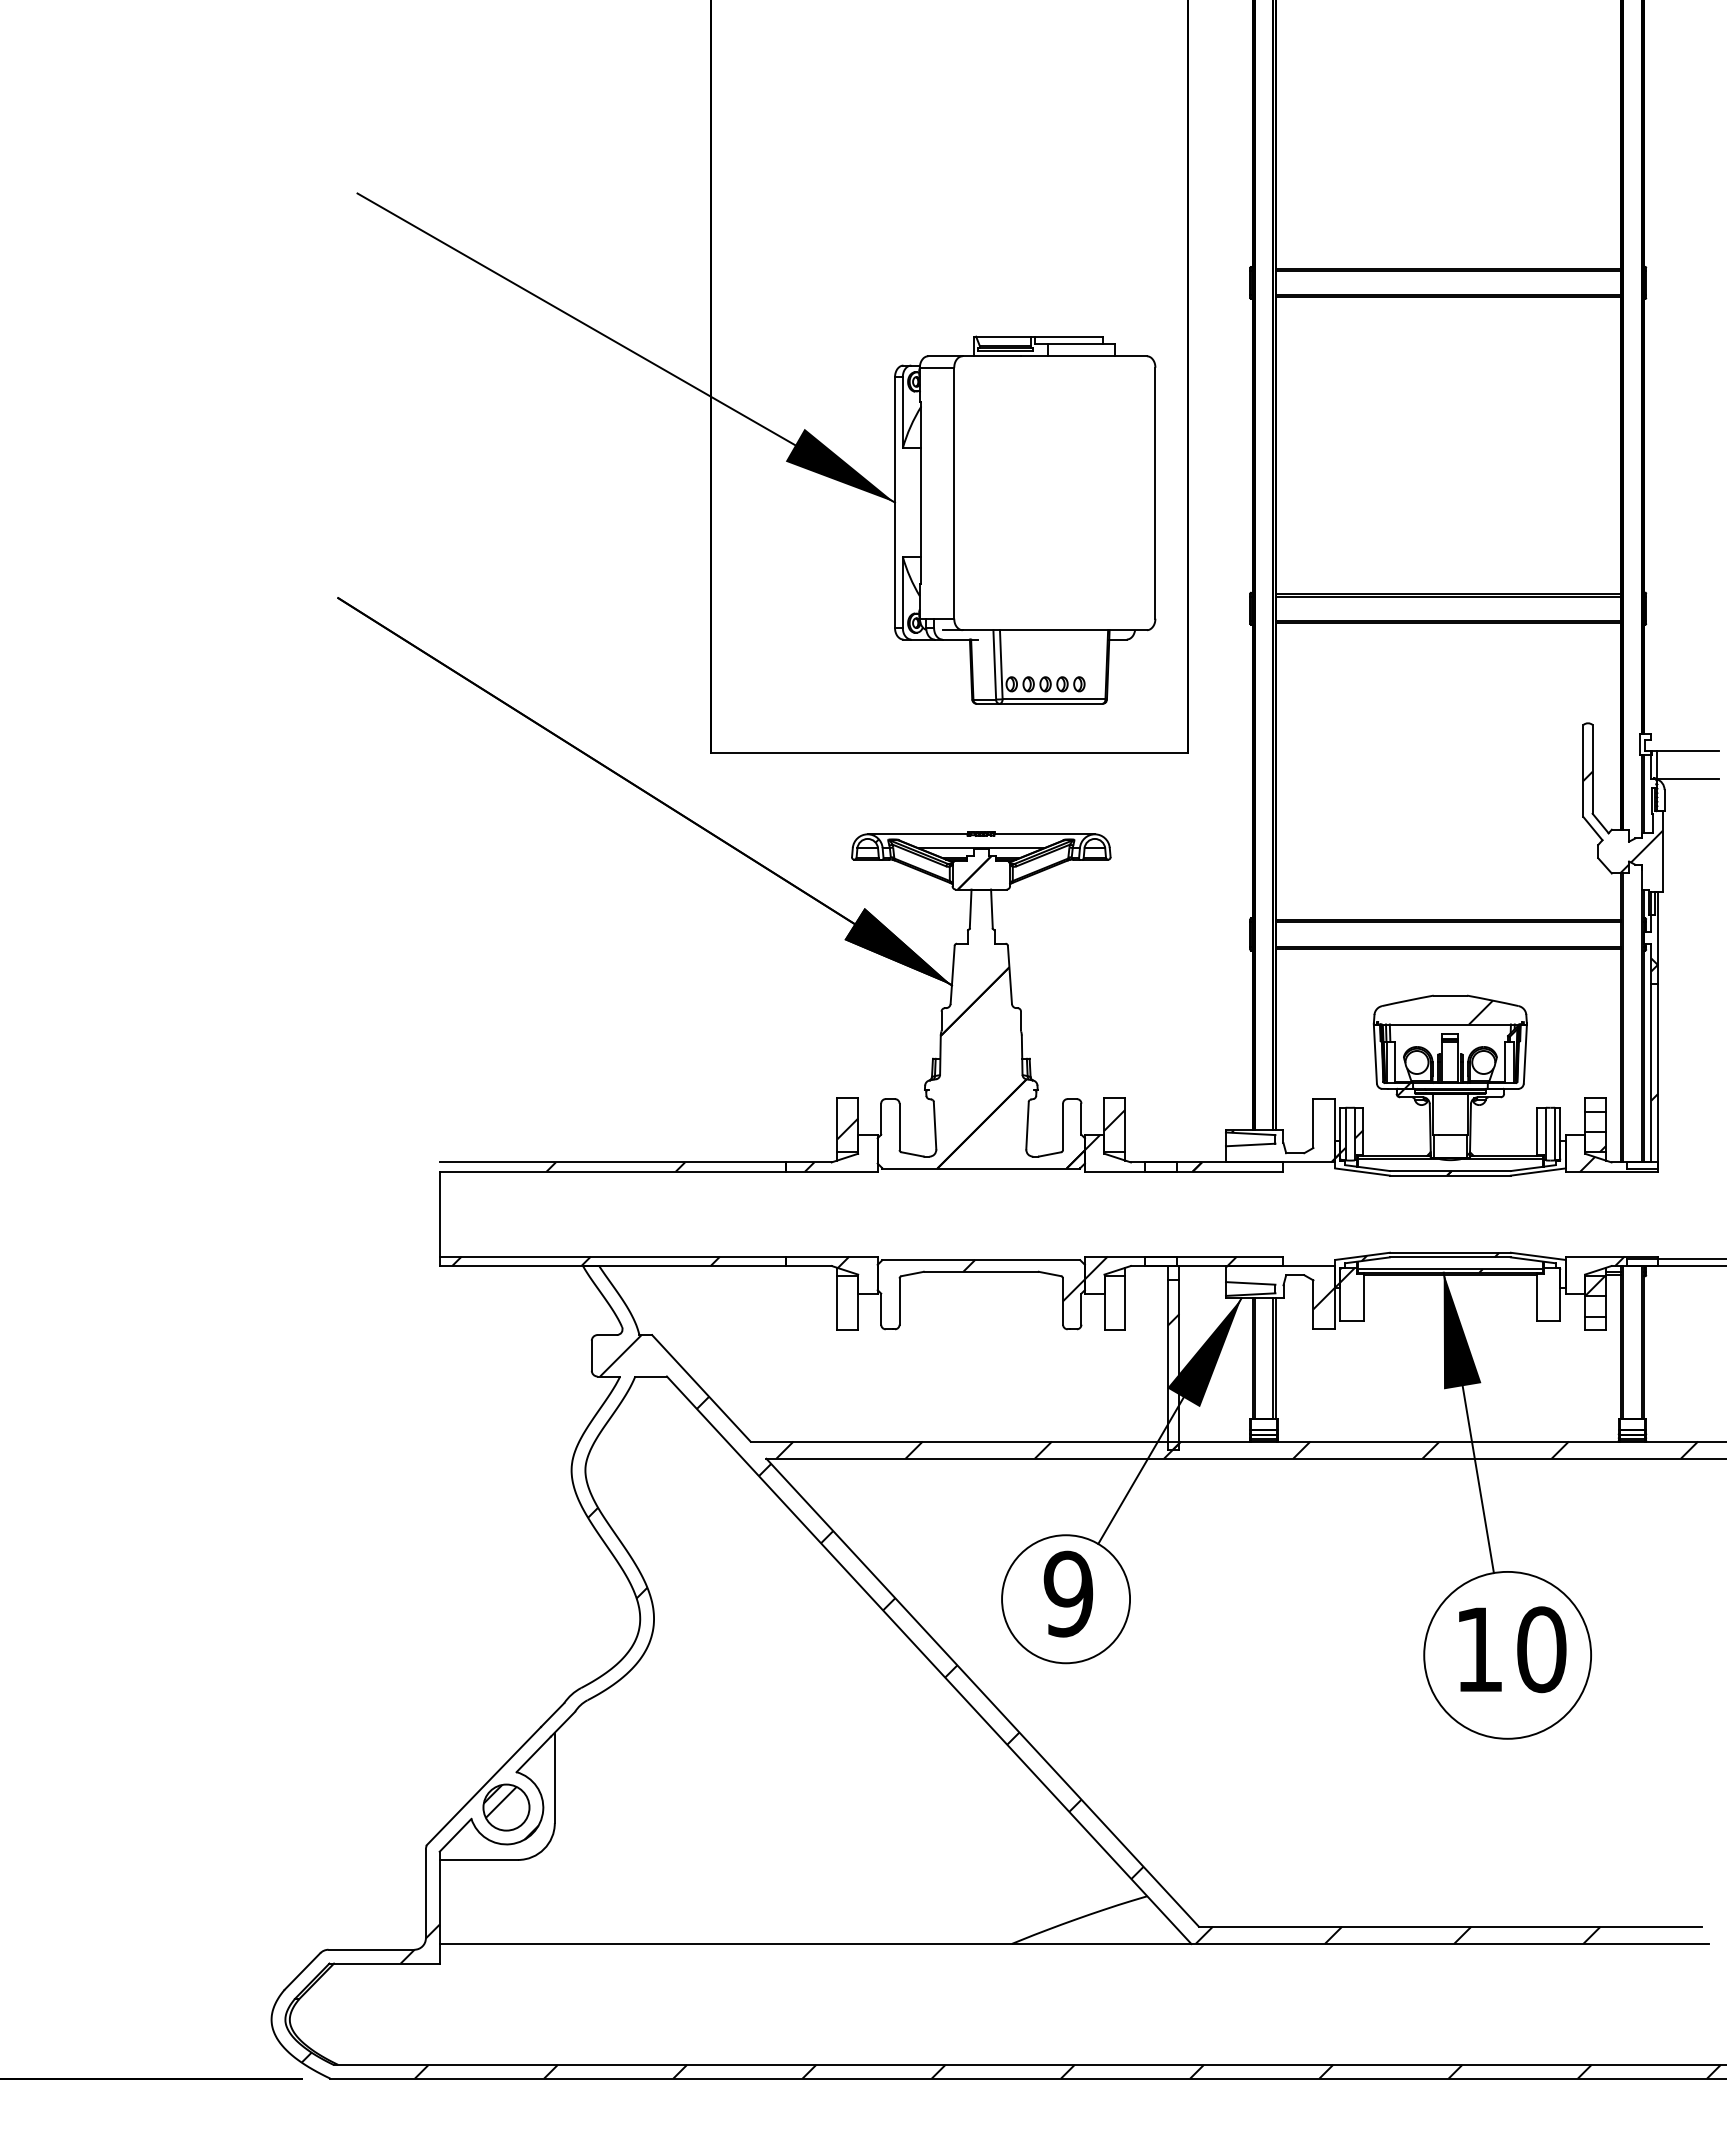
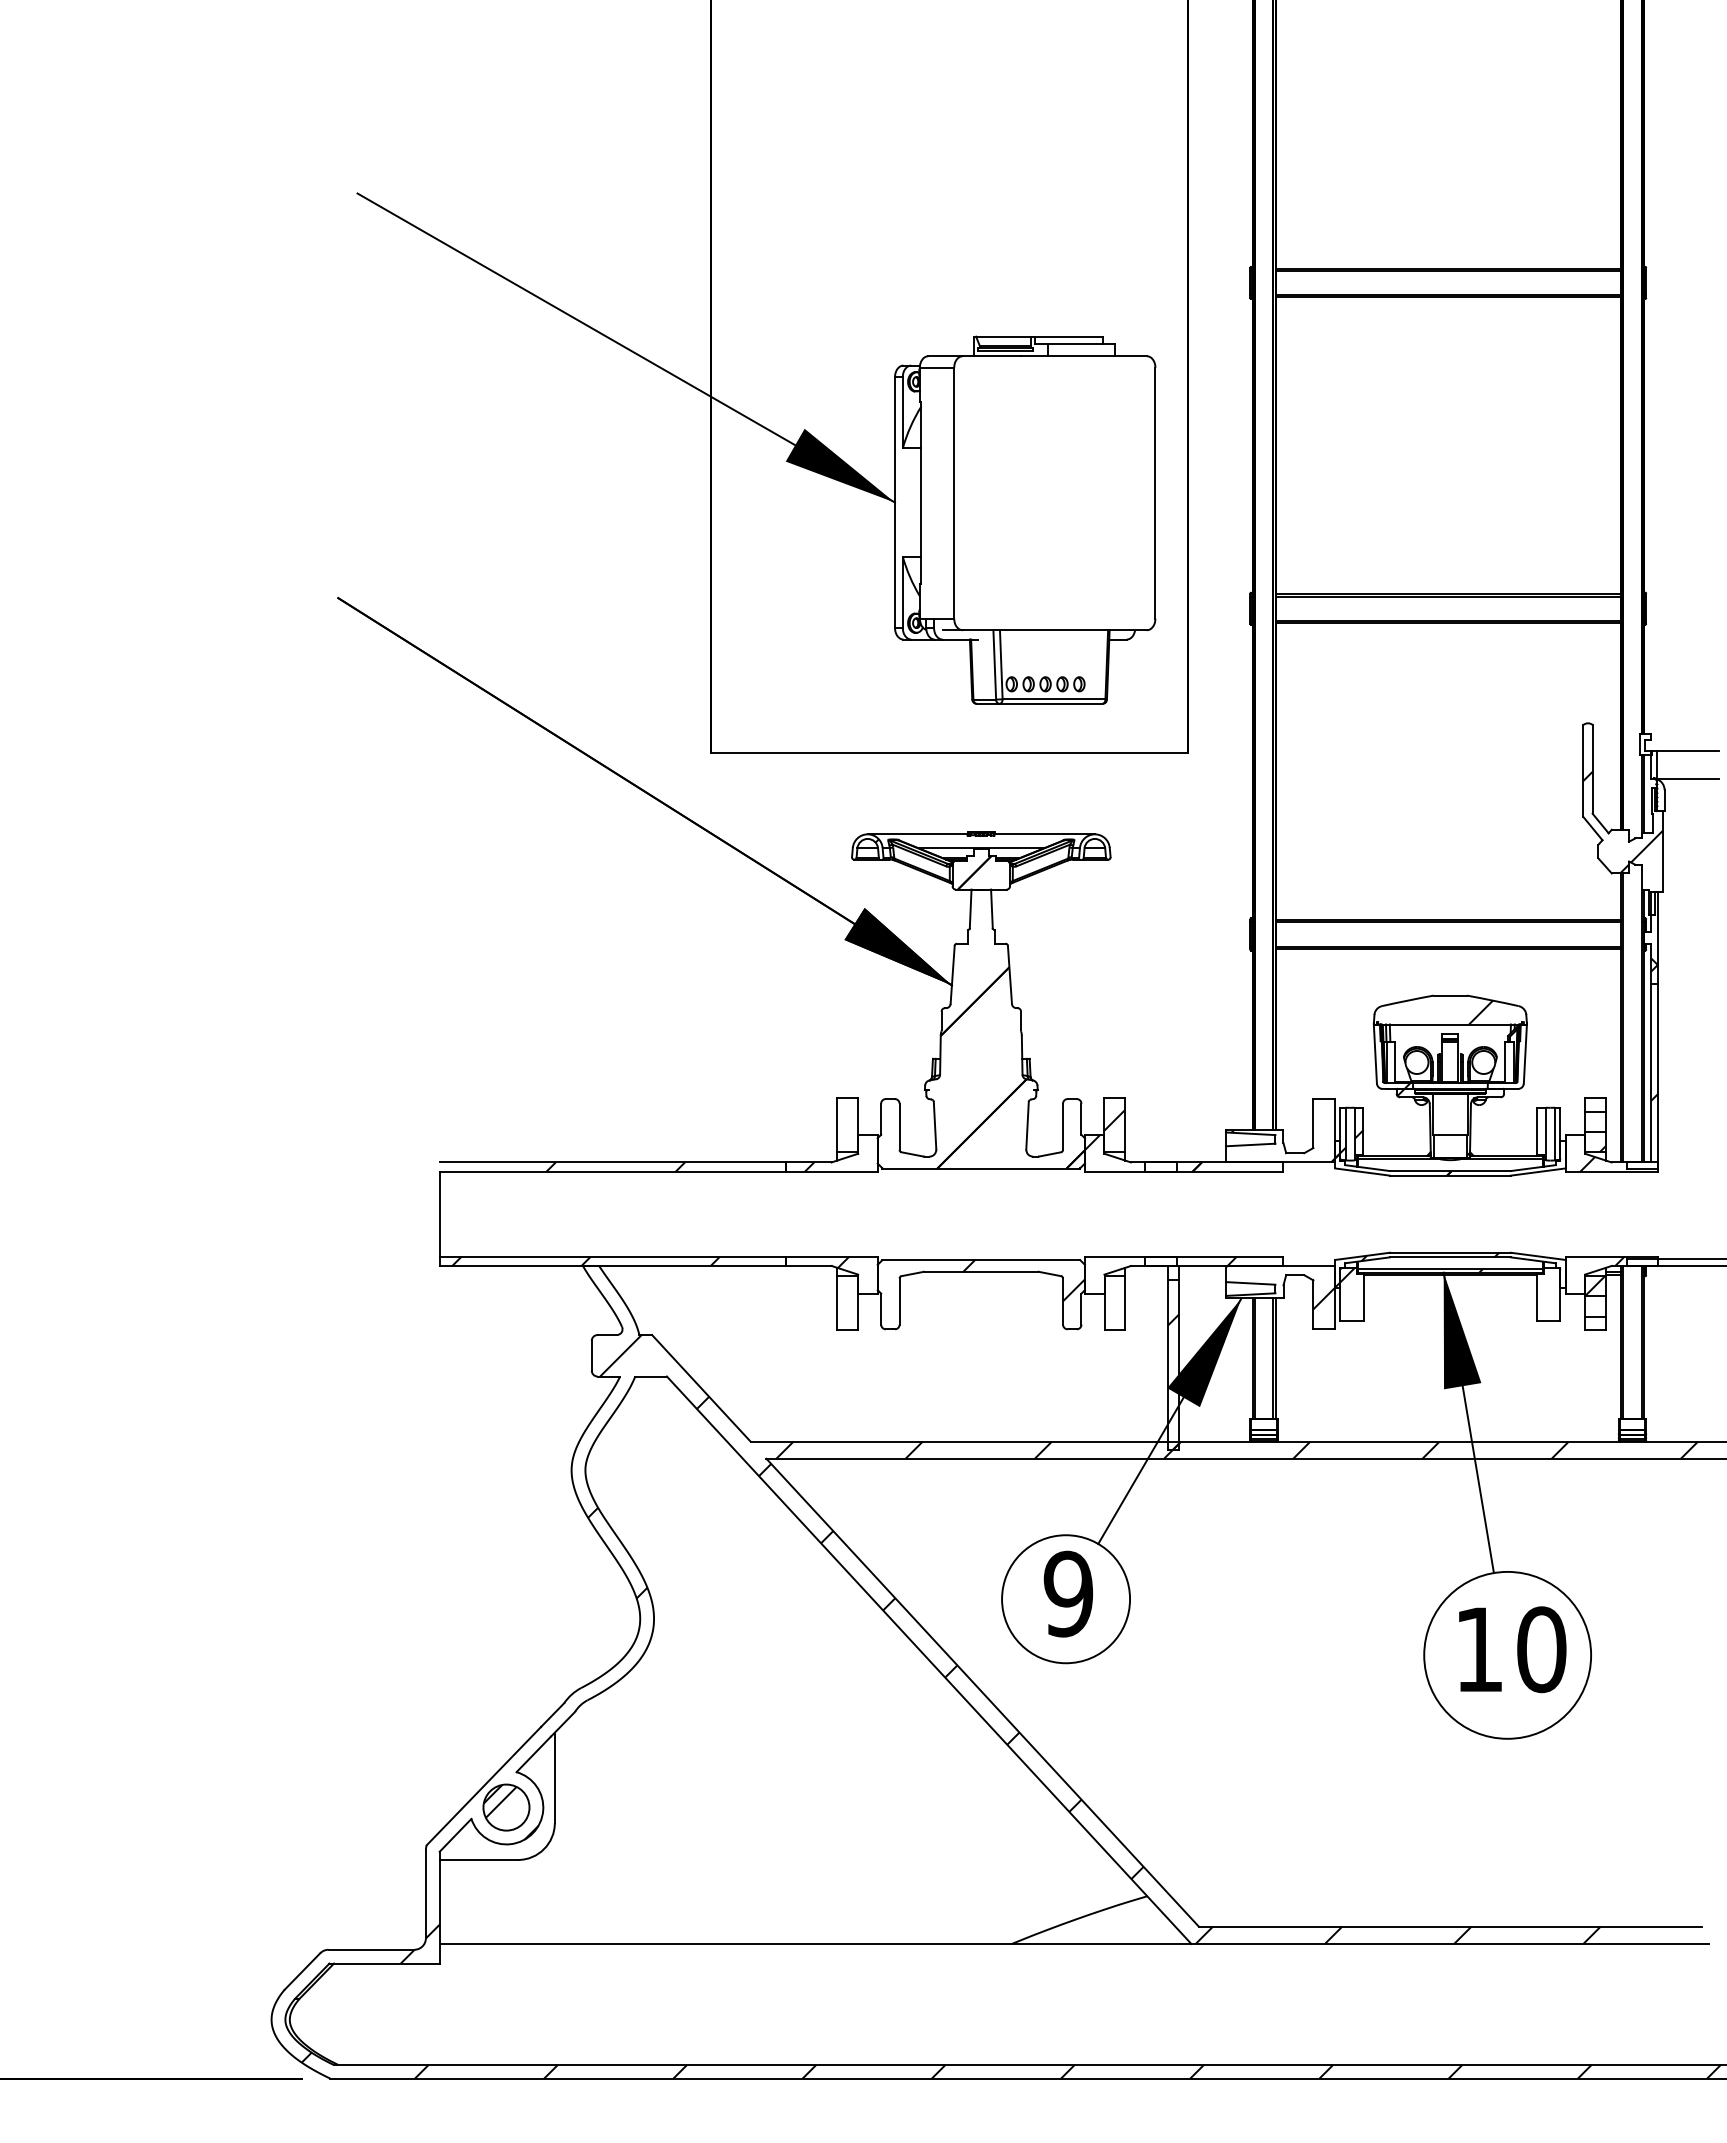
hatch at (847, 1128): present -> none
hatch at (1095, 1267): present -> none
